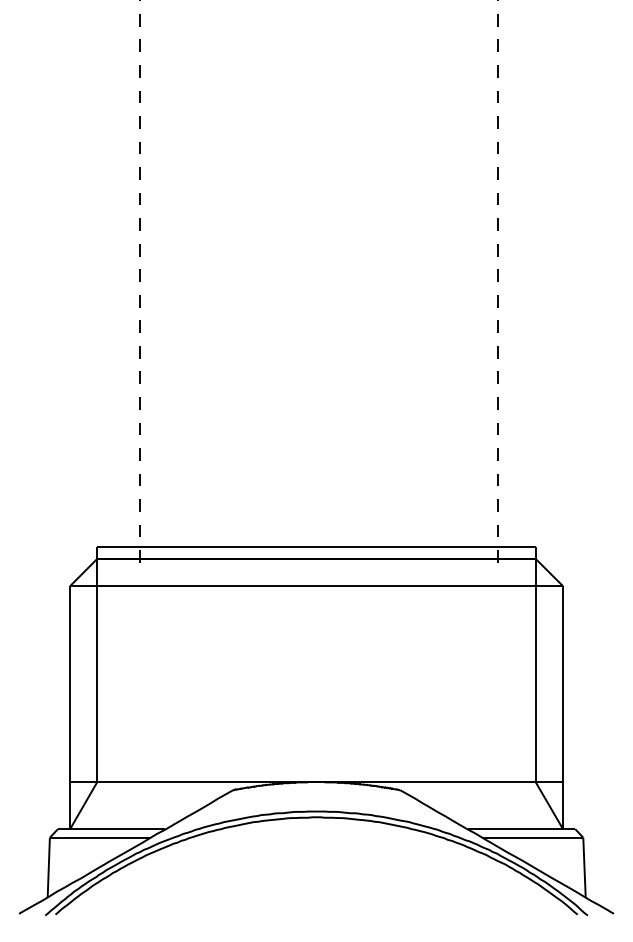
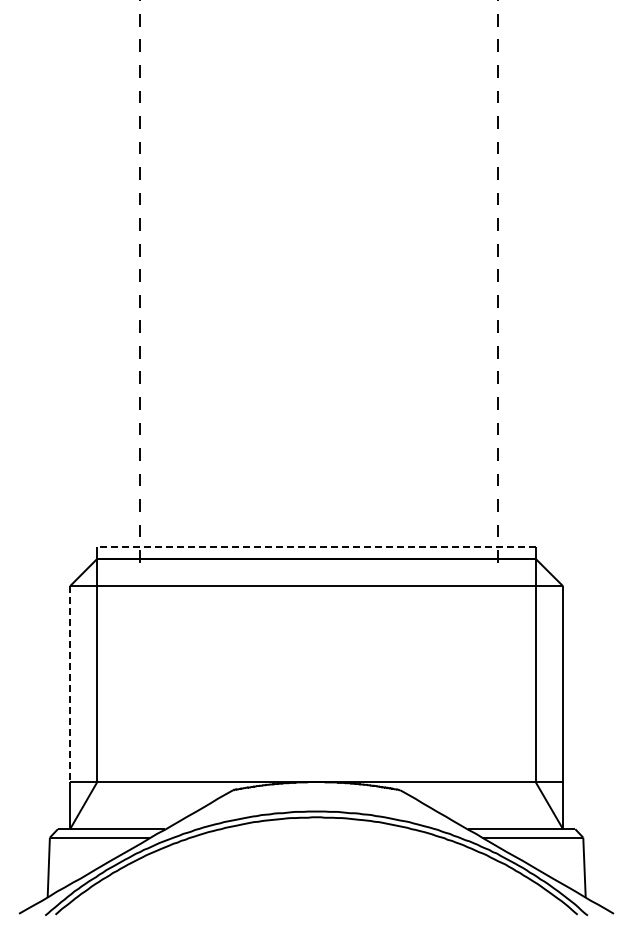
line at (315, 546): solid -> dashed
line at (70, 684): solid -> dashed
